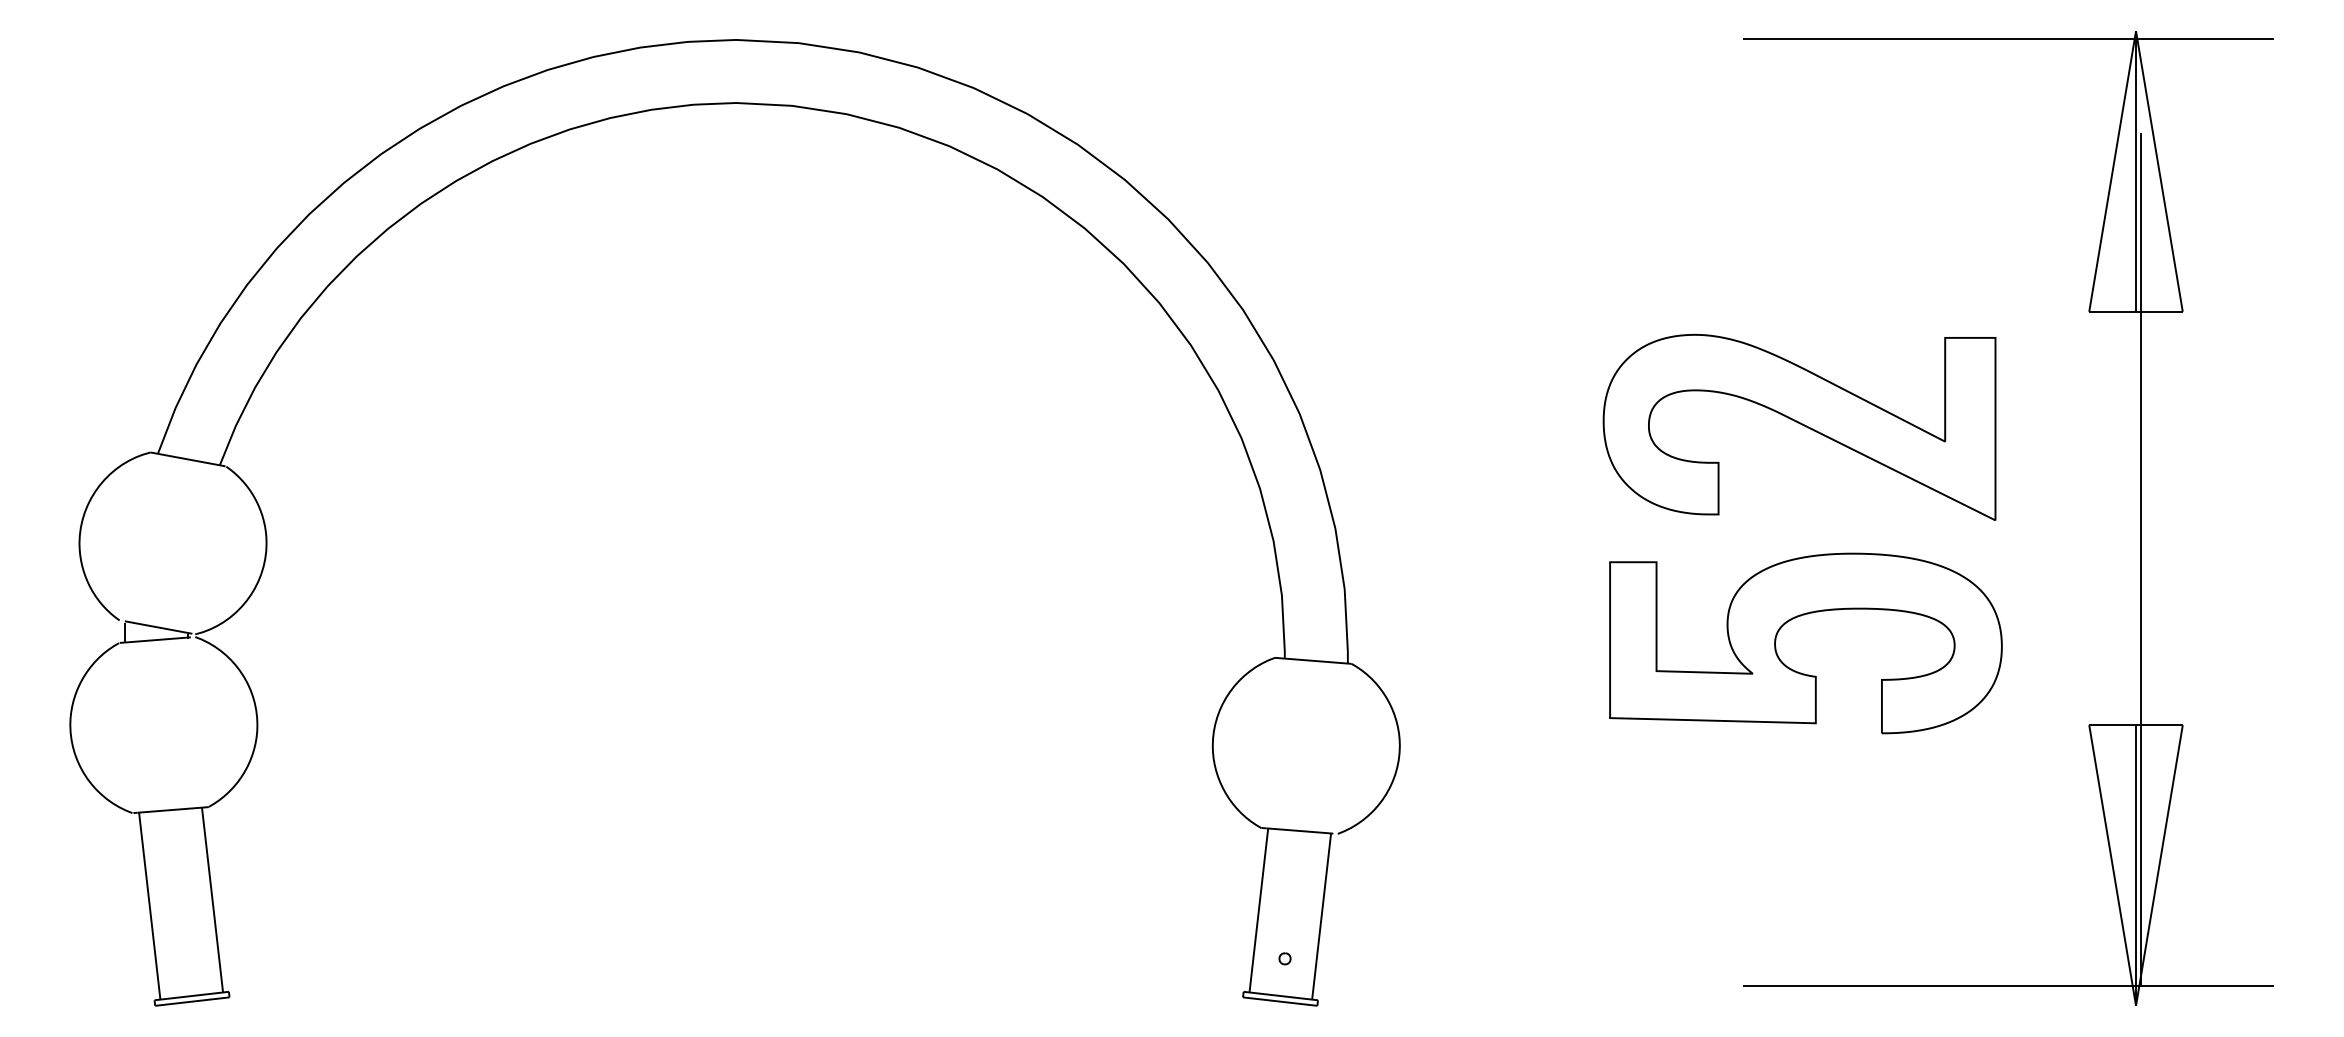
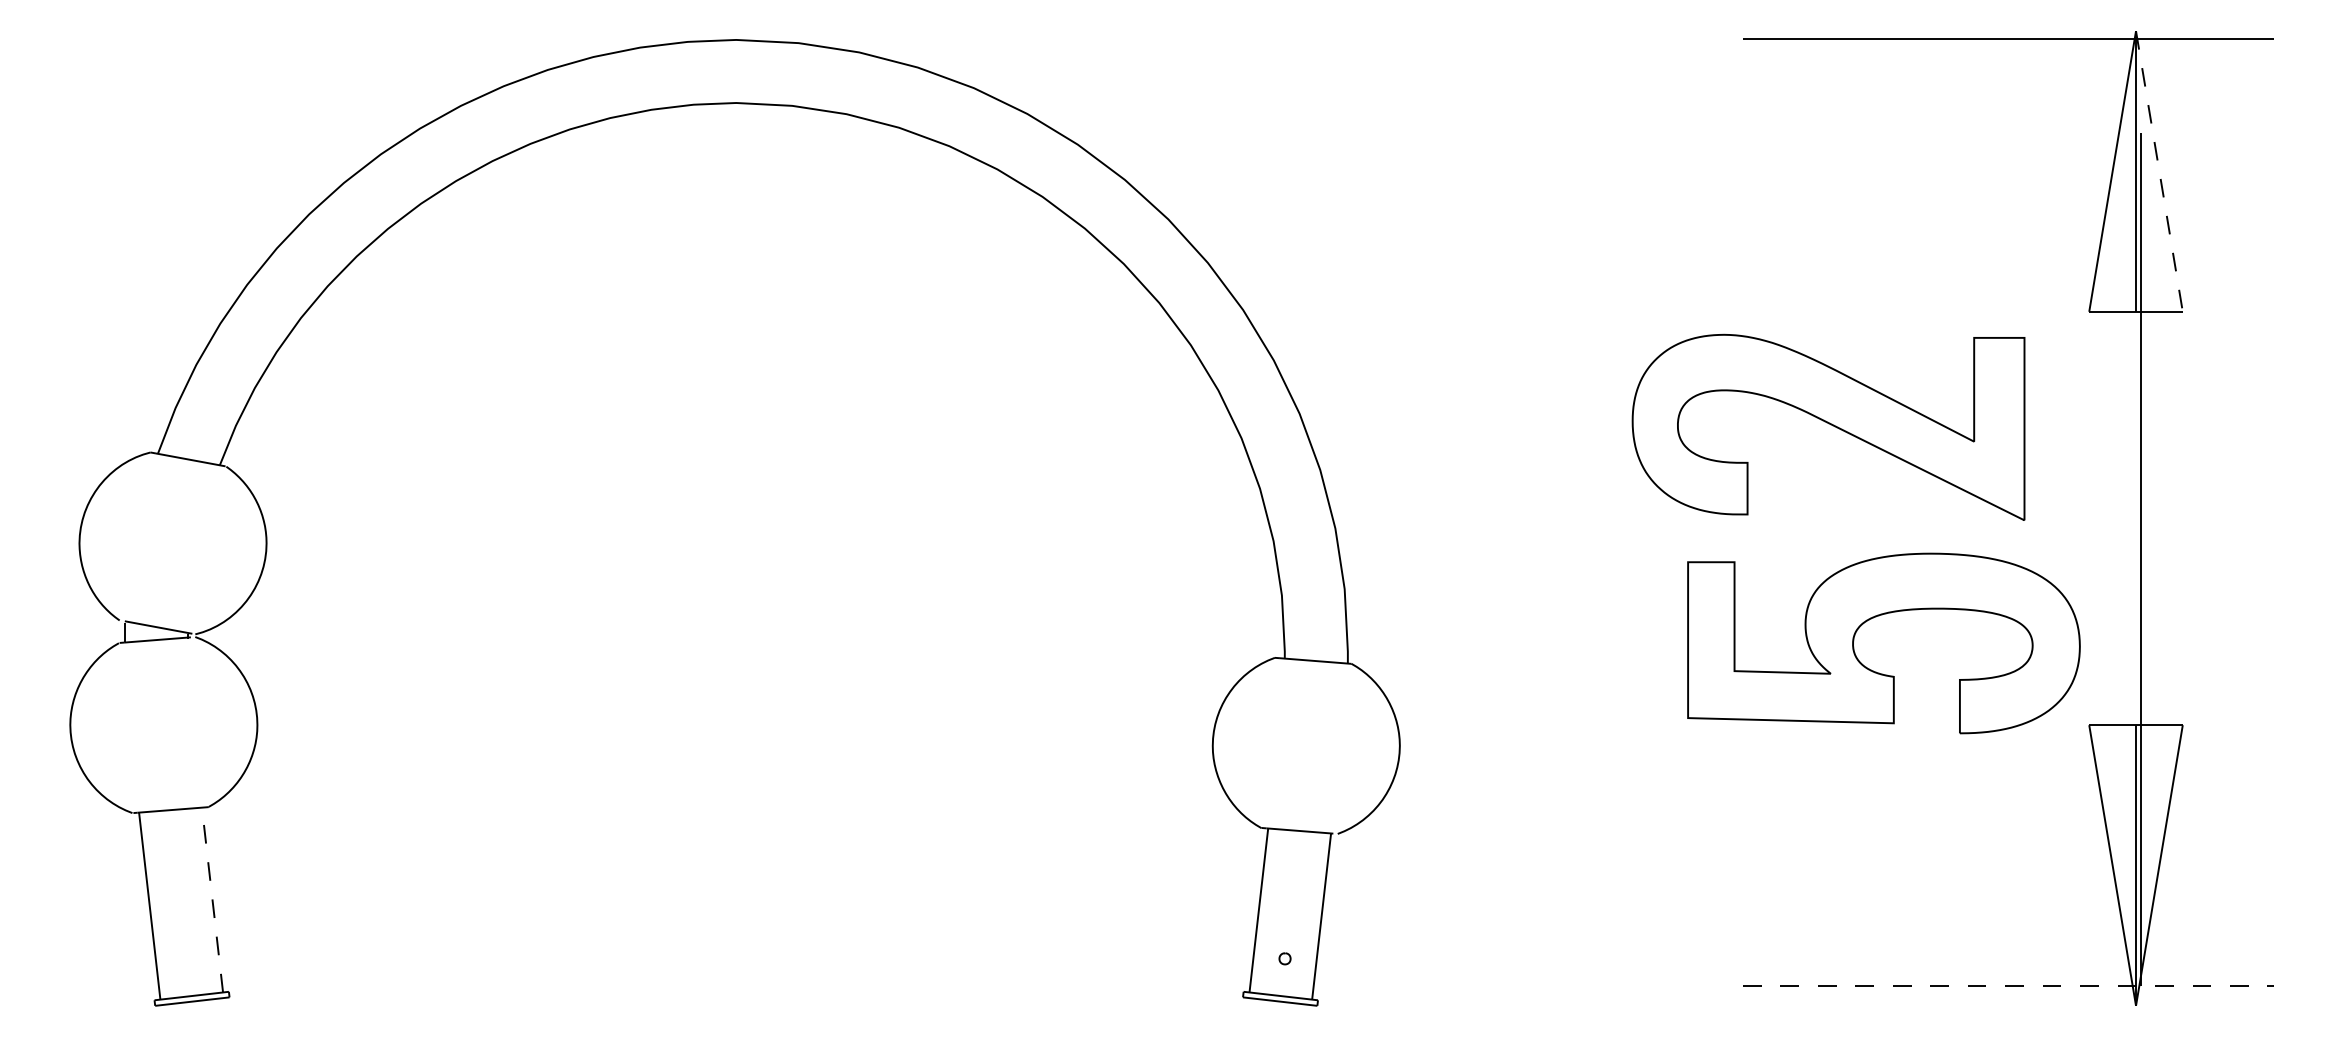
line at (2159, 171): solid -> dashed
part at (1799, 426) position: (1799, 426) -> (1828, 426)
part at (1793, 619) position: (1793, 619) -> (1871, 619)
line at (212, 899): solid -> dashed
line at (2008, 986): solid -> dashed
